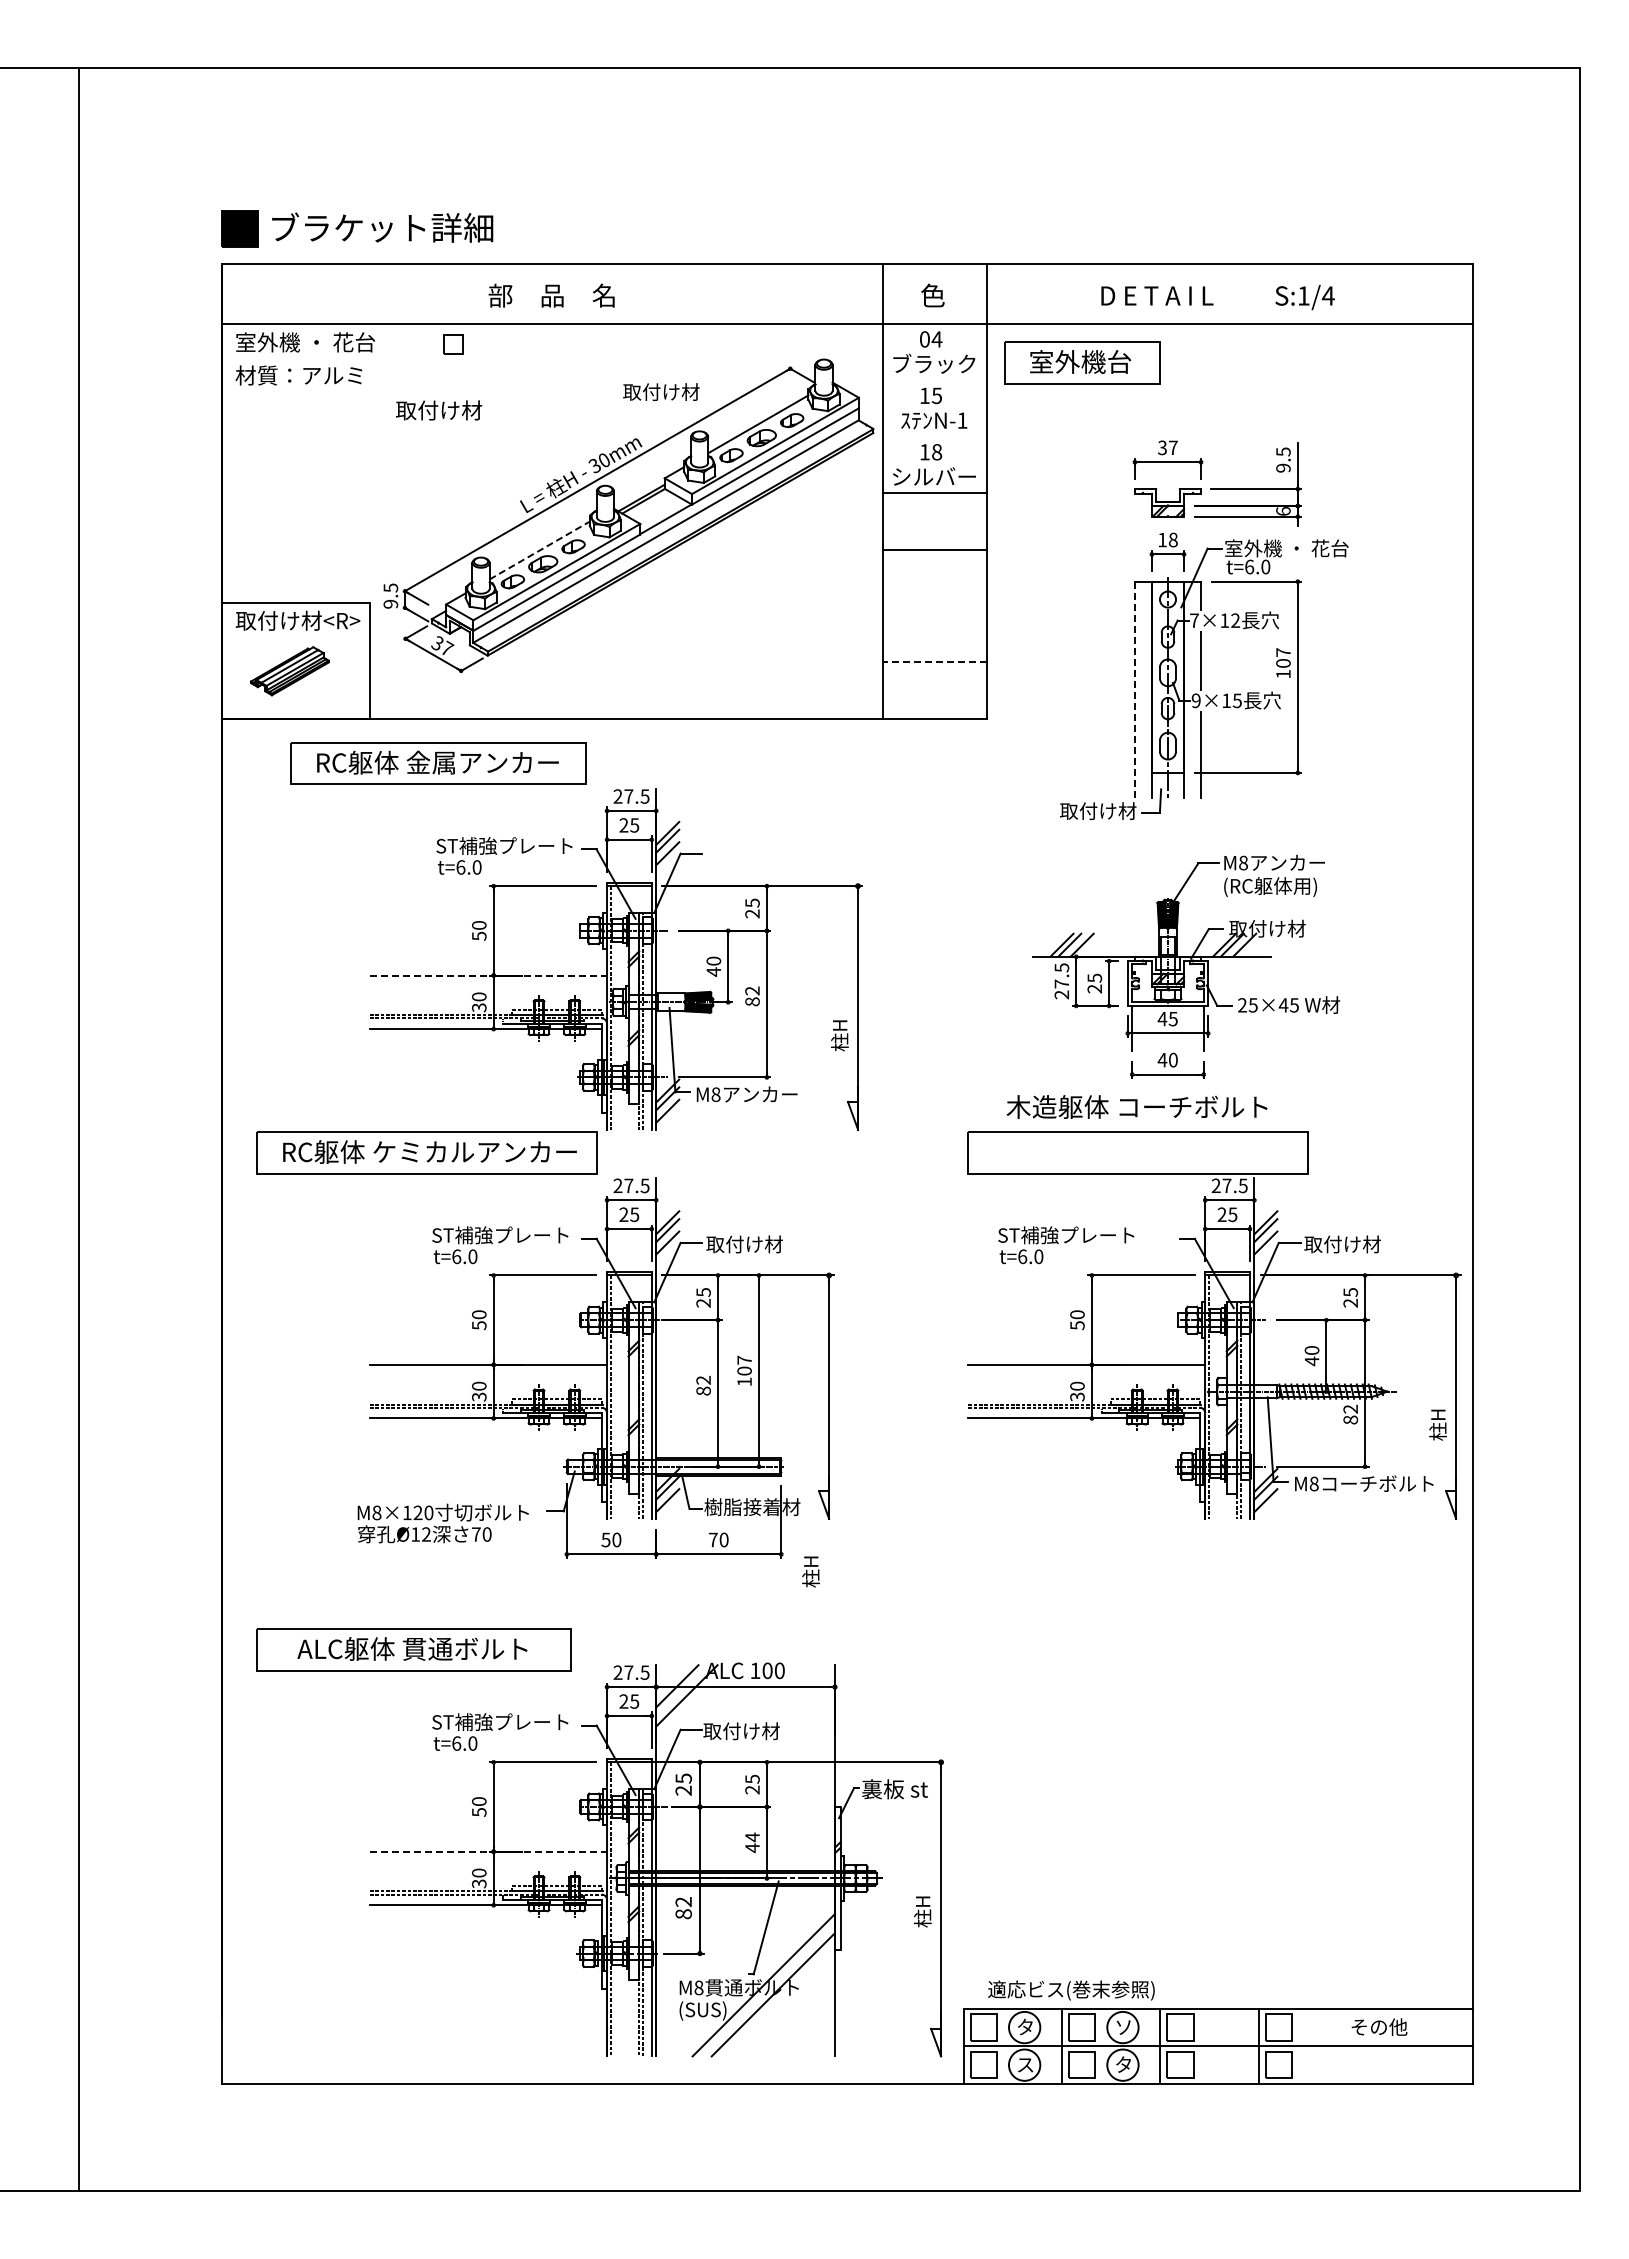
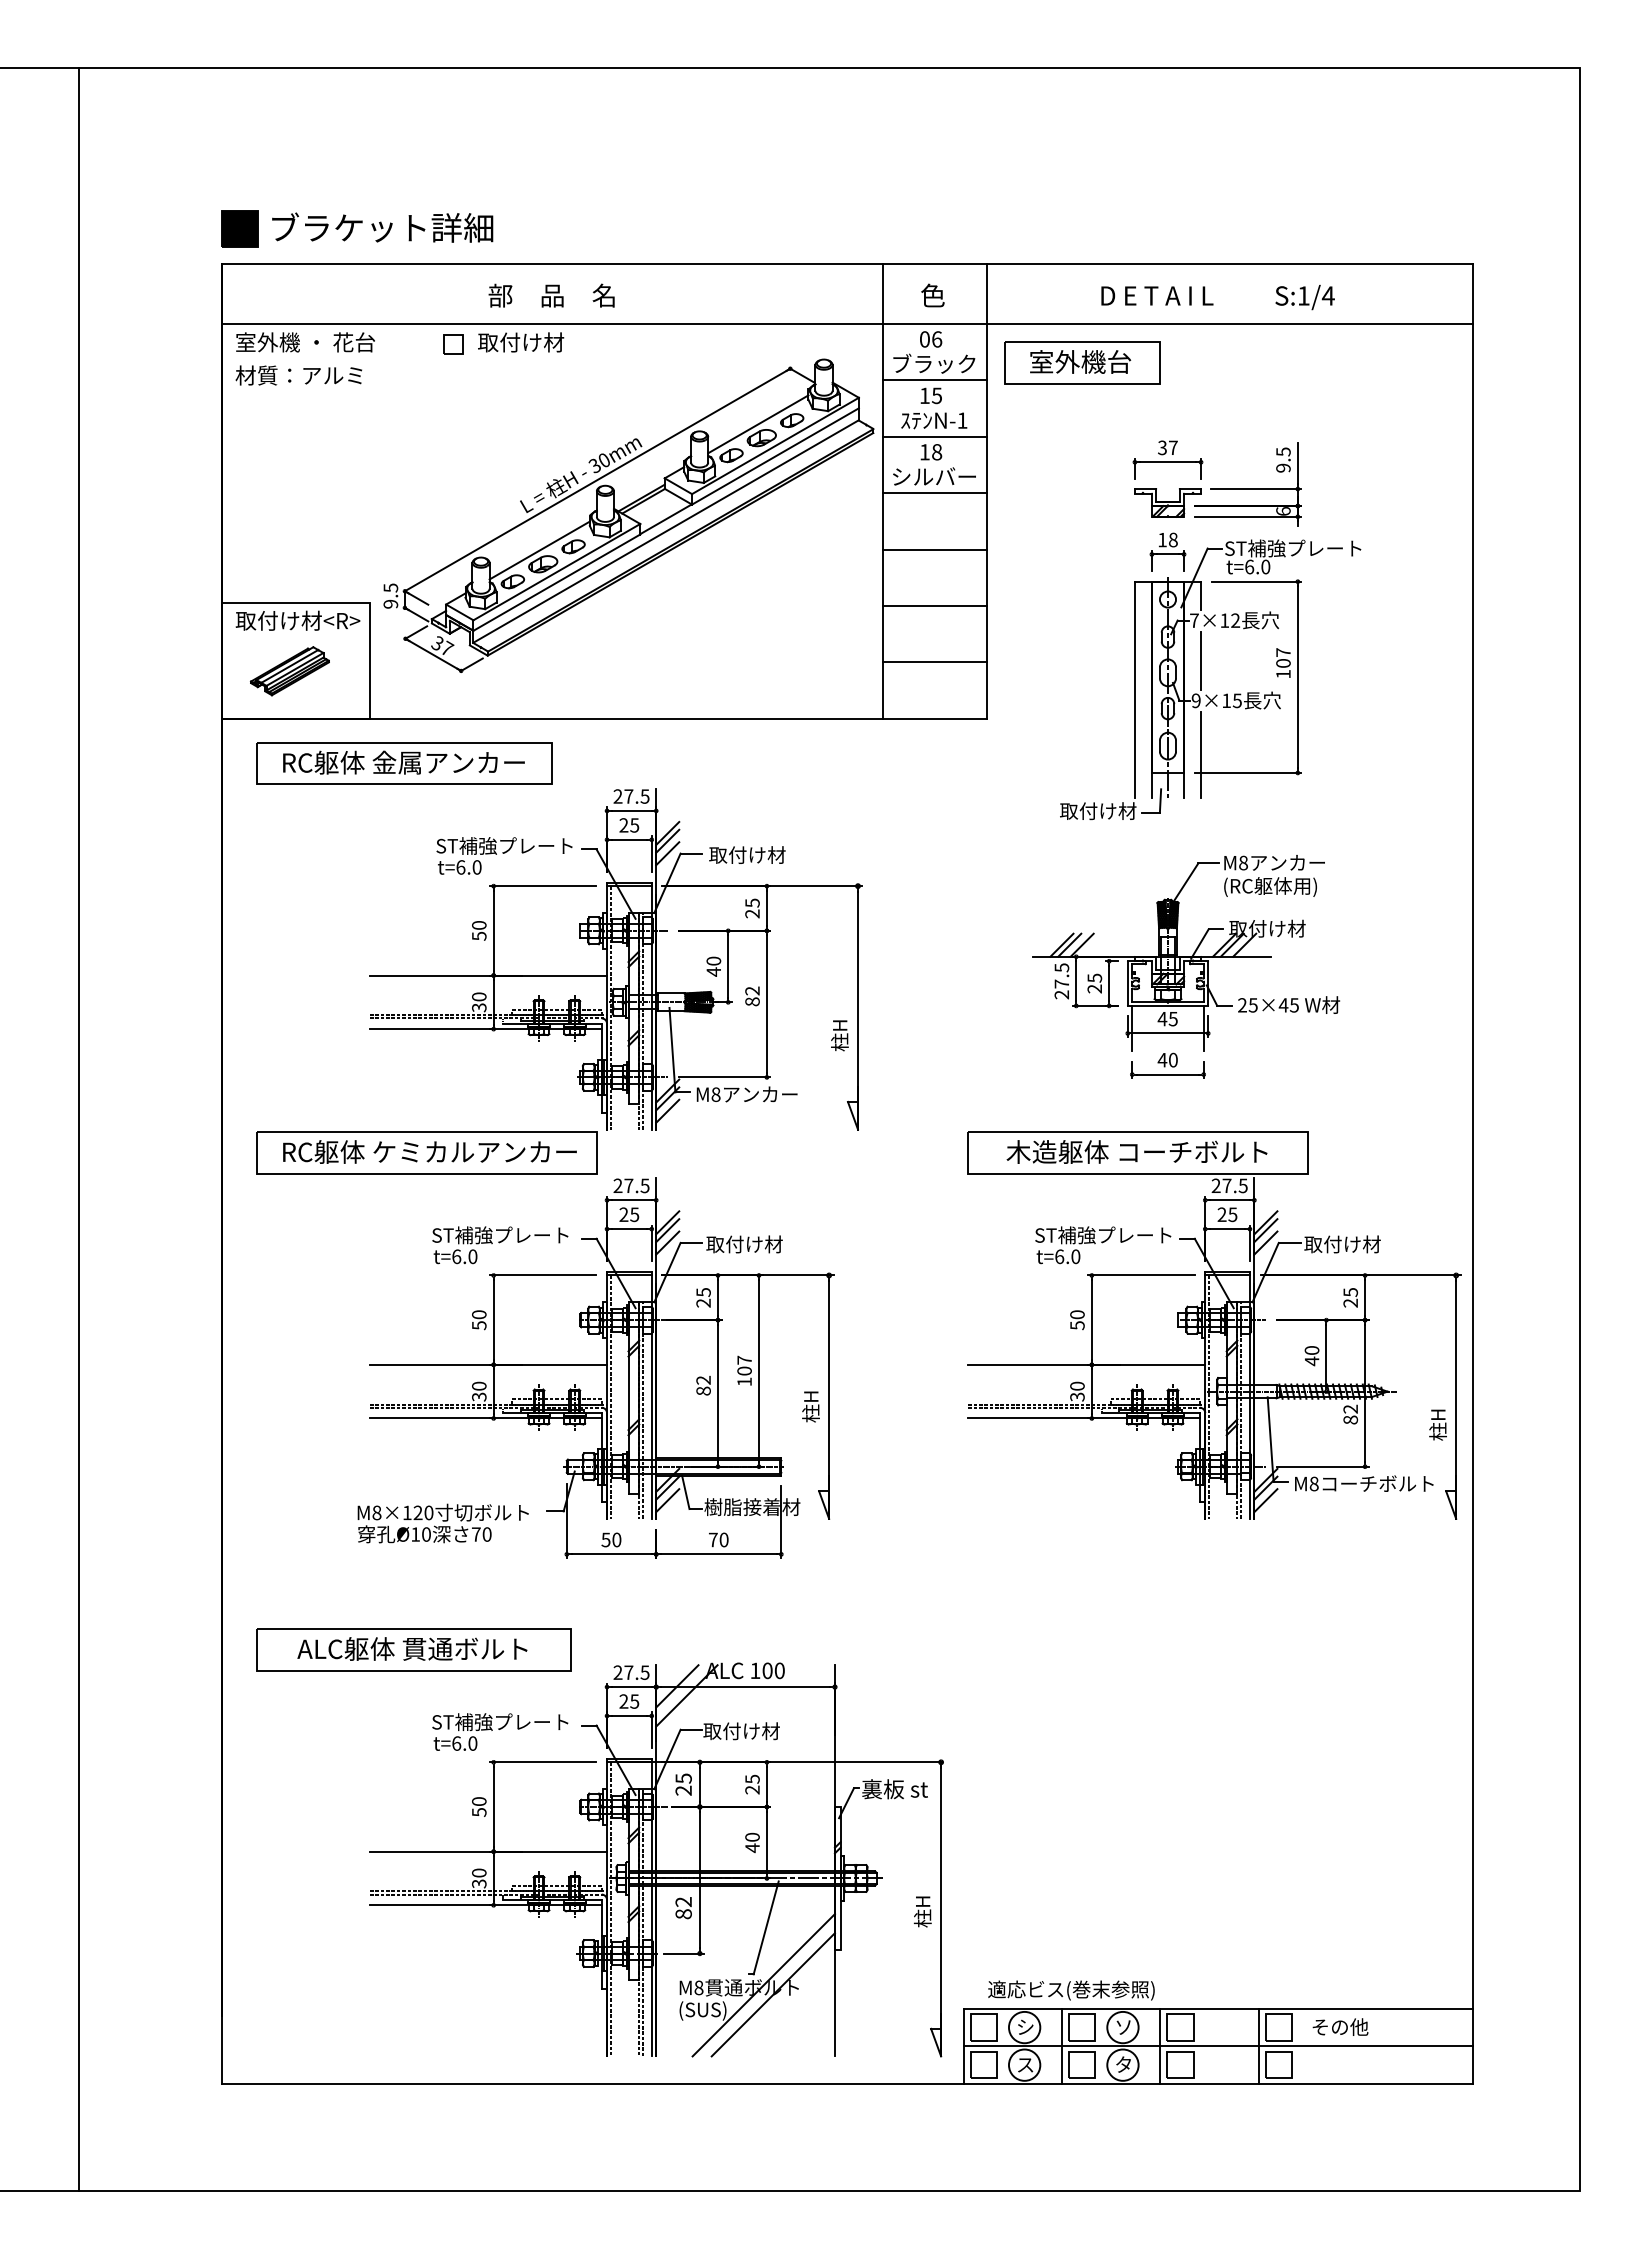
text at (936, 339): 04 -> 06
line at (934, 380): none -> present
text at (661, 391) position: (661, 391) -> (747, 854)
text at (439, 410) position: (439, 410) -> (521, 342)
line at (934, 436): none -> present
text at (1293, 548): 室外機 ・ 花台 -> ST補強プレート
line at (539, 550): dashed -> solid
line at (934, 605): none -> present
line at (934, 662): dashed -> solid
line at (1134, 690): dashed -> solid
part at (438, 763) position: (438, 763) -> (404, 763)
line at (488, 975): dashed -> solid
text at (1136, 1106) position: (1136, 1106) -> (1136, 1151)
text at (1066, 1245) position: (1066, 1245) -> (1103, 1245)
text at (426, 1534): Ø12 -> Ø10
text at (810, 1571) position: (810, 1571) -> (810, 1406)
text at (752, 1837): 44 -> 40
line at (488, 1851): dashed -> solid
text at (1025, 2026): タ -> シ
text at (1379, 2026) position: (1379, 2026) -> (1340, 2026)
